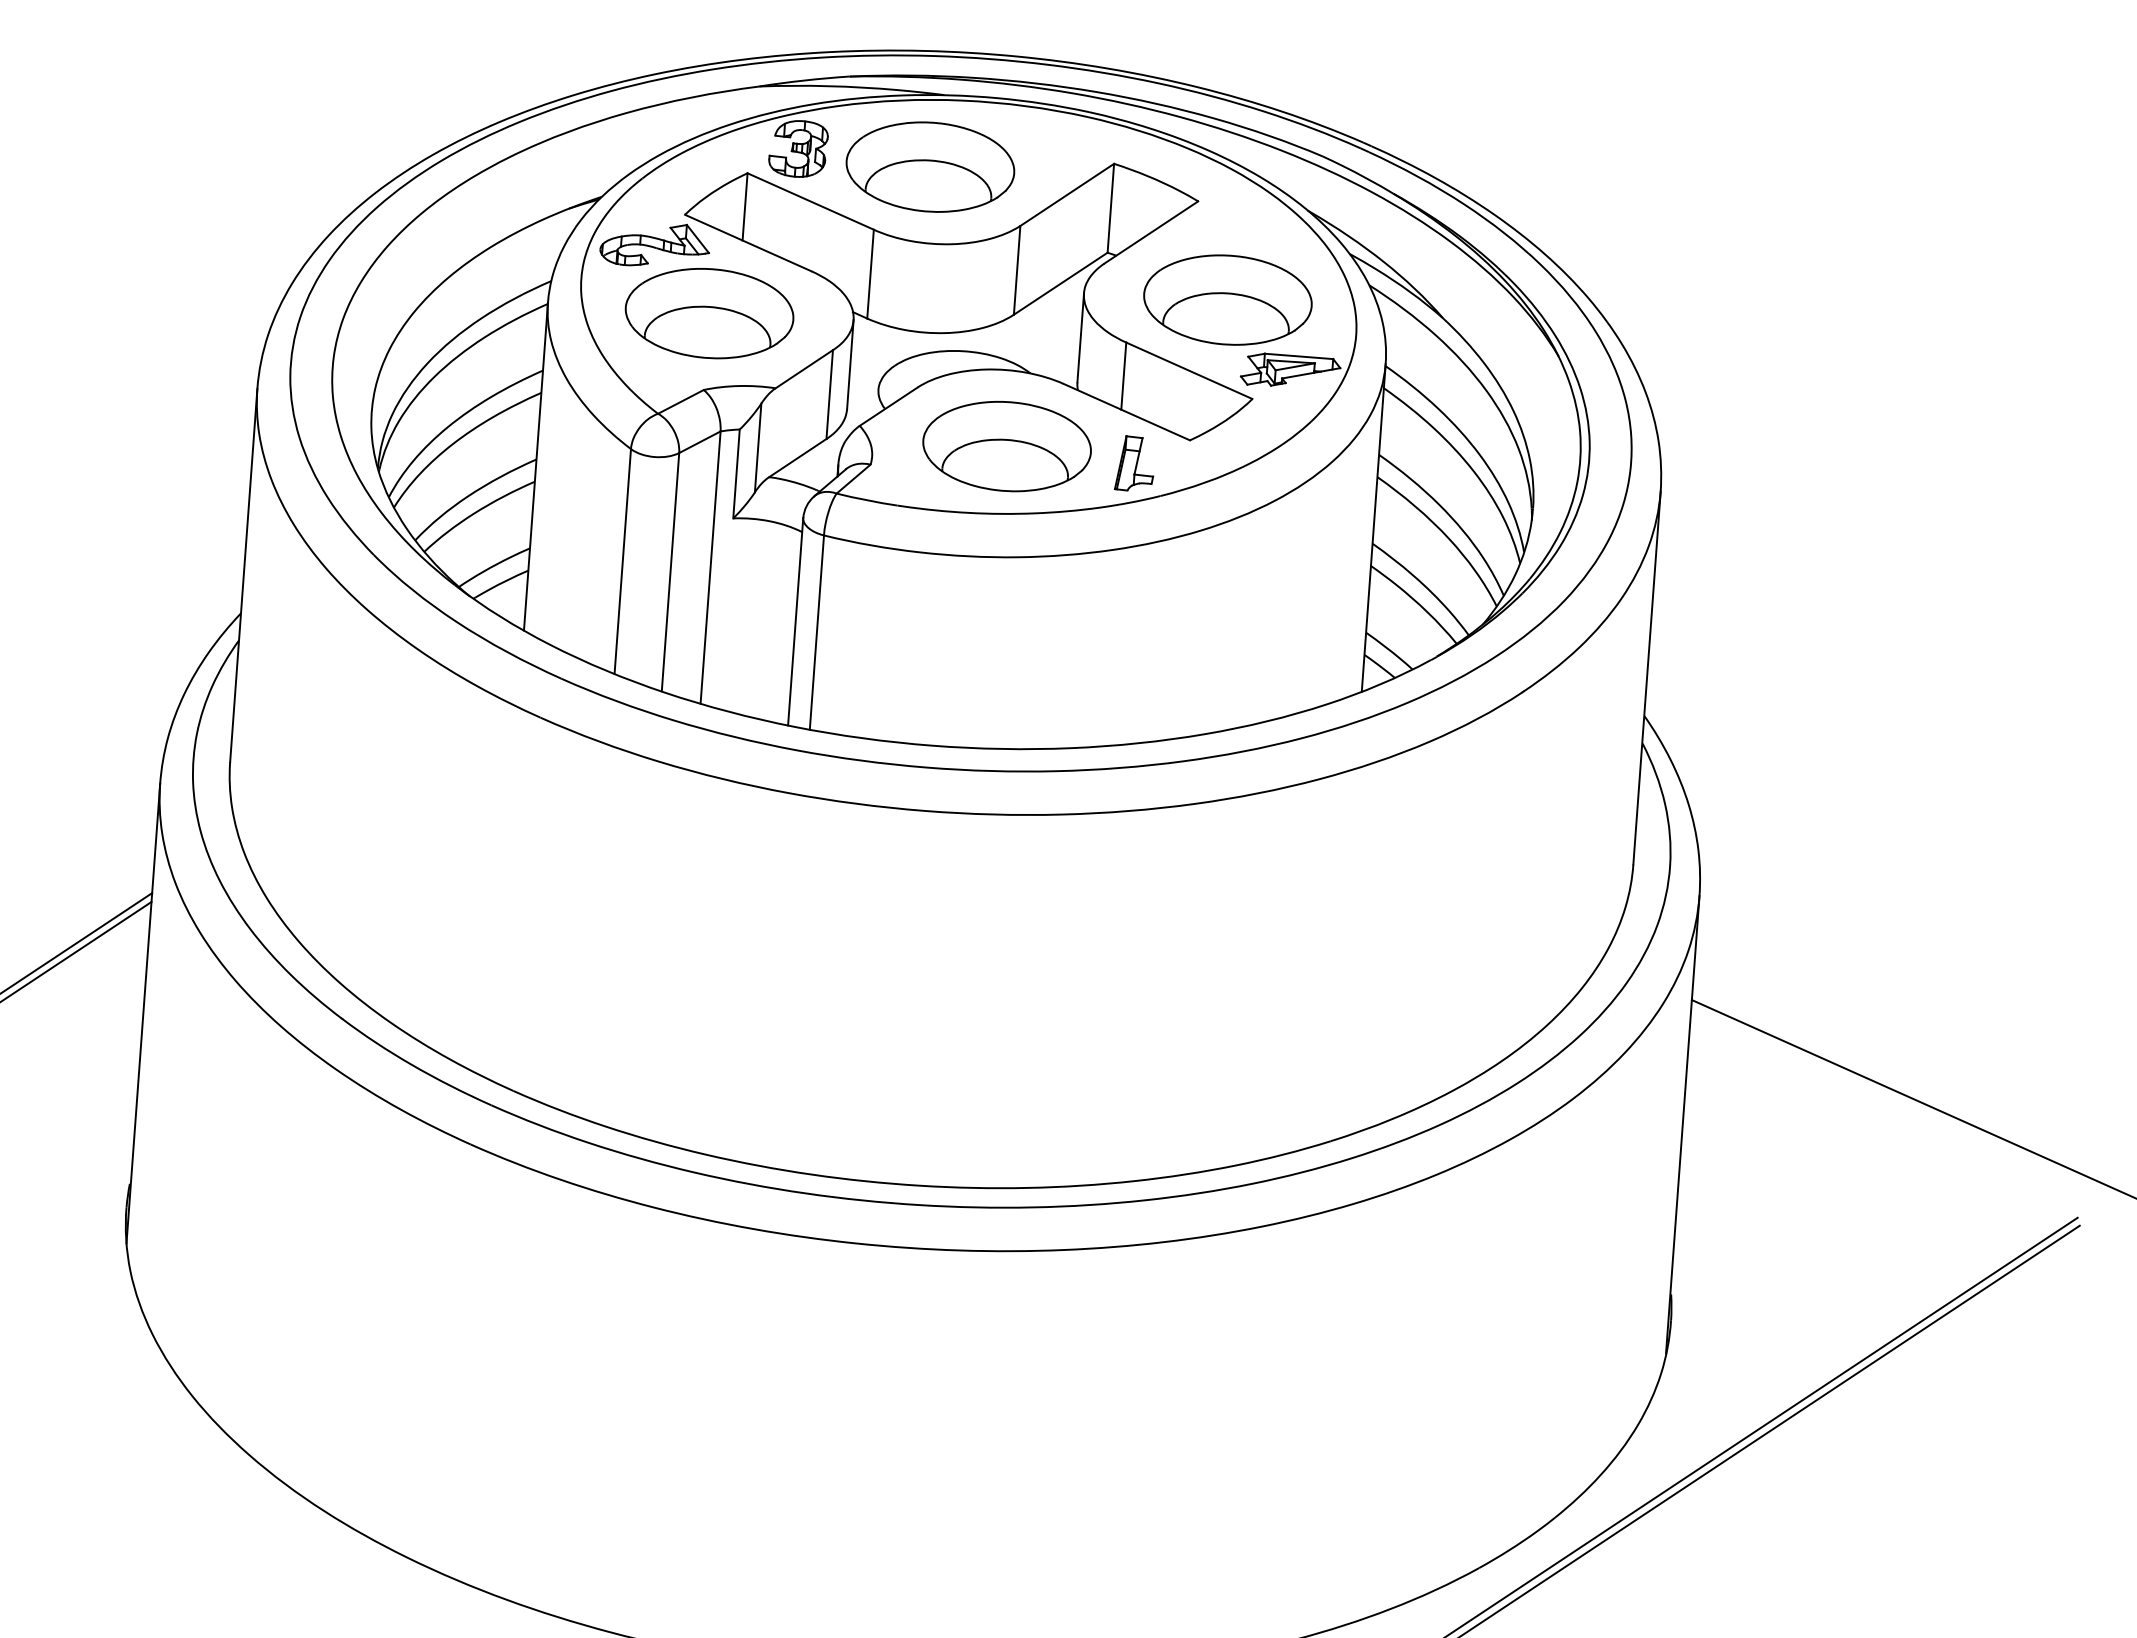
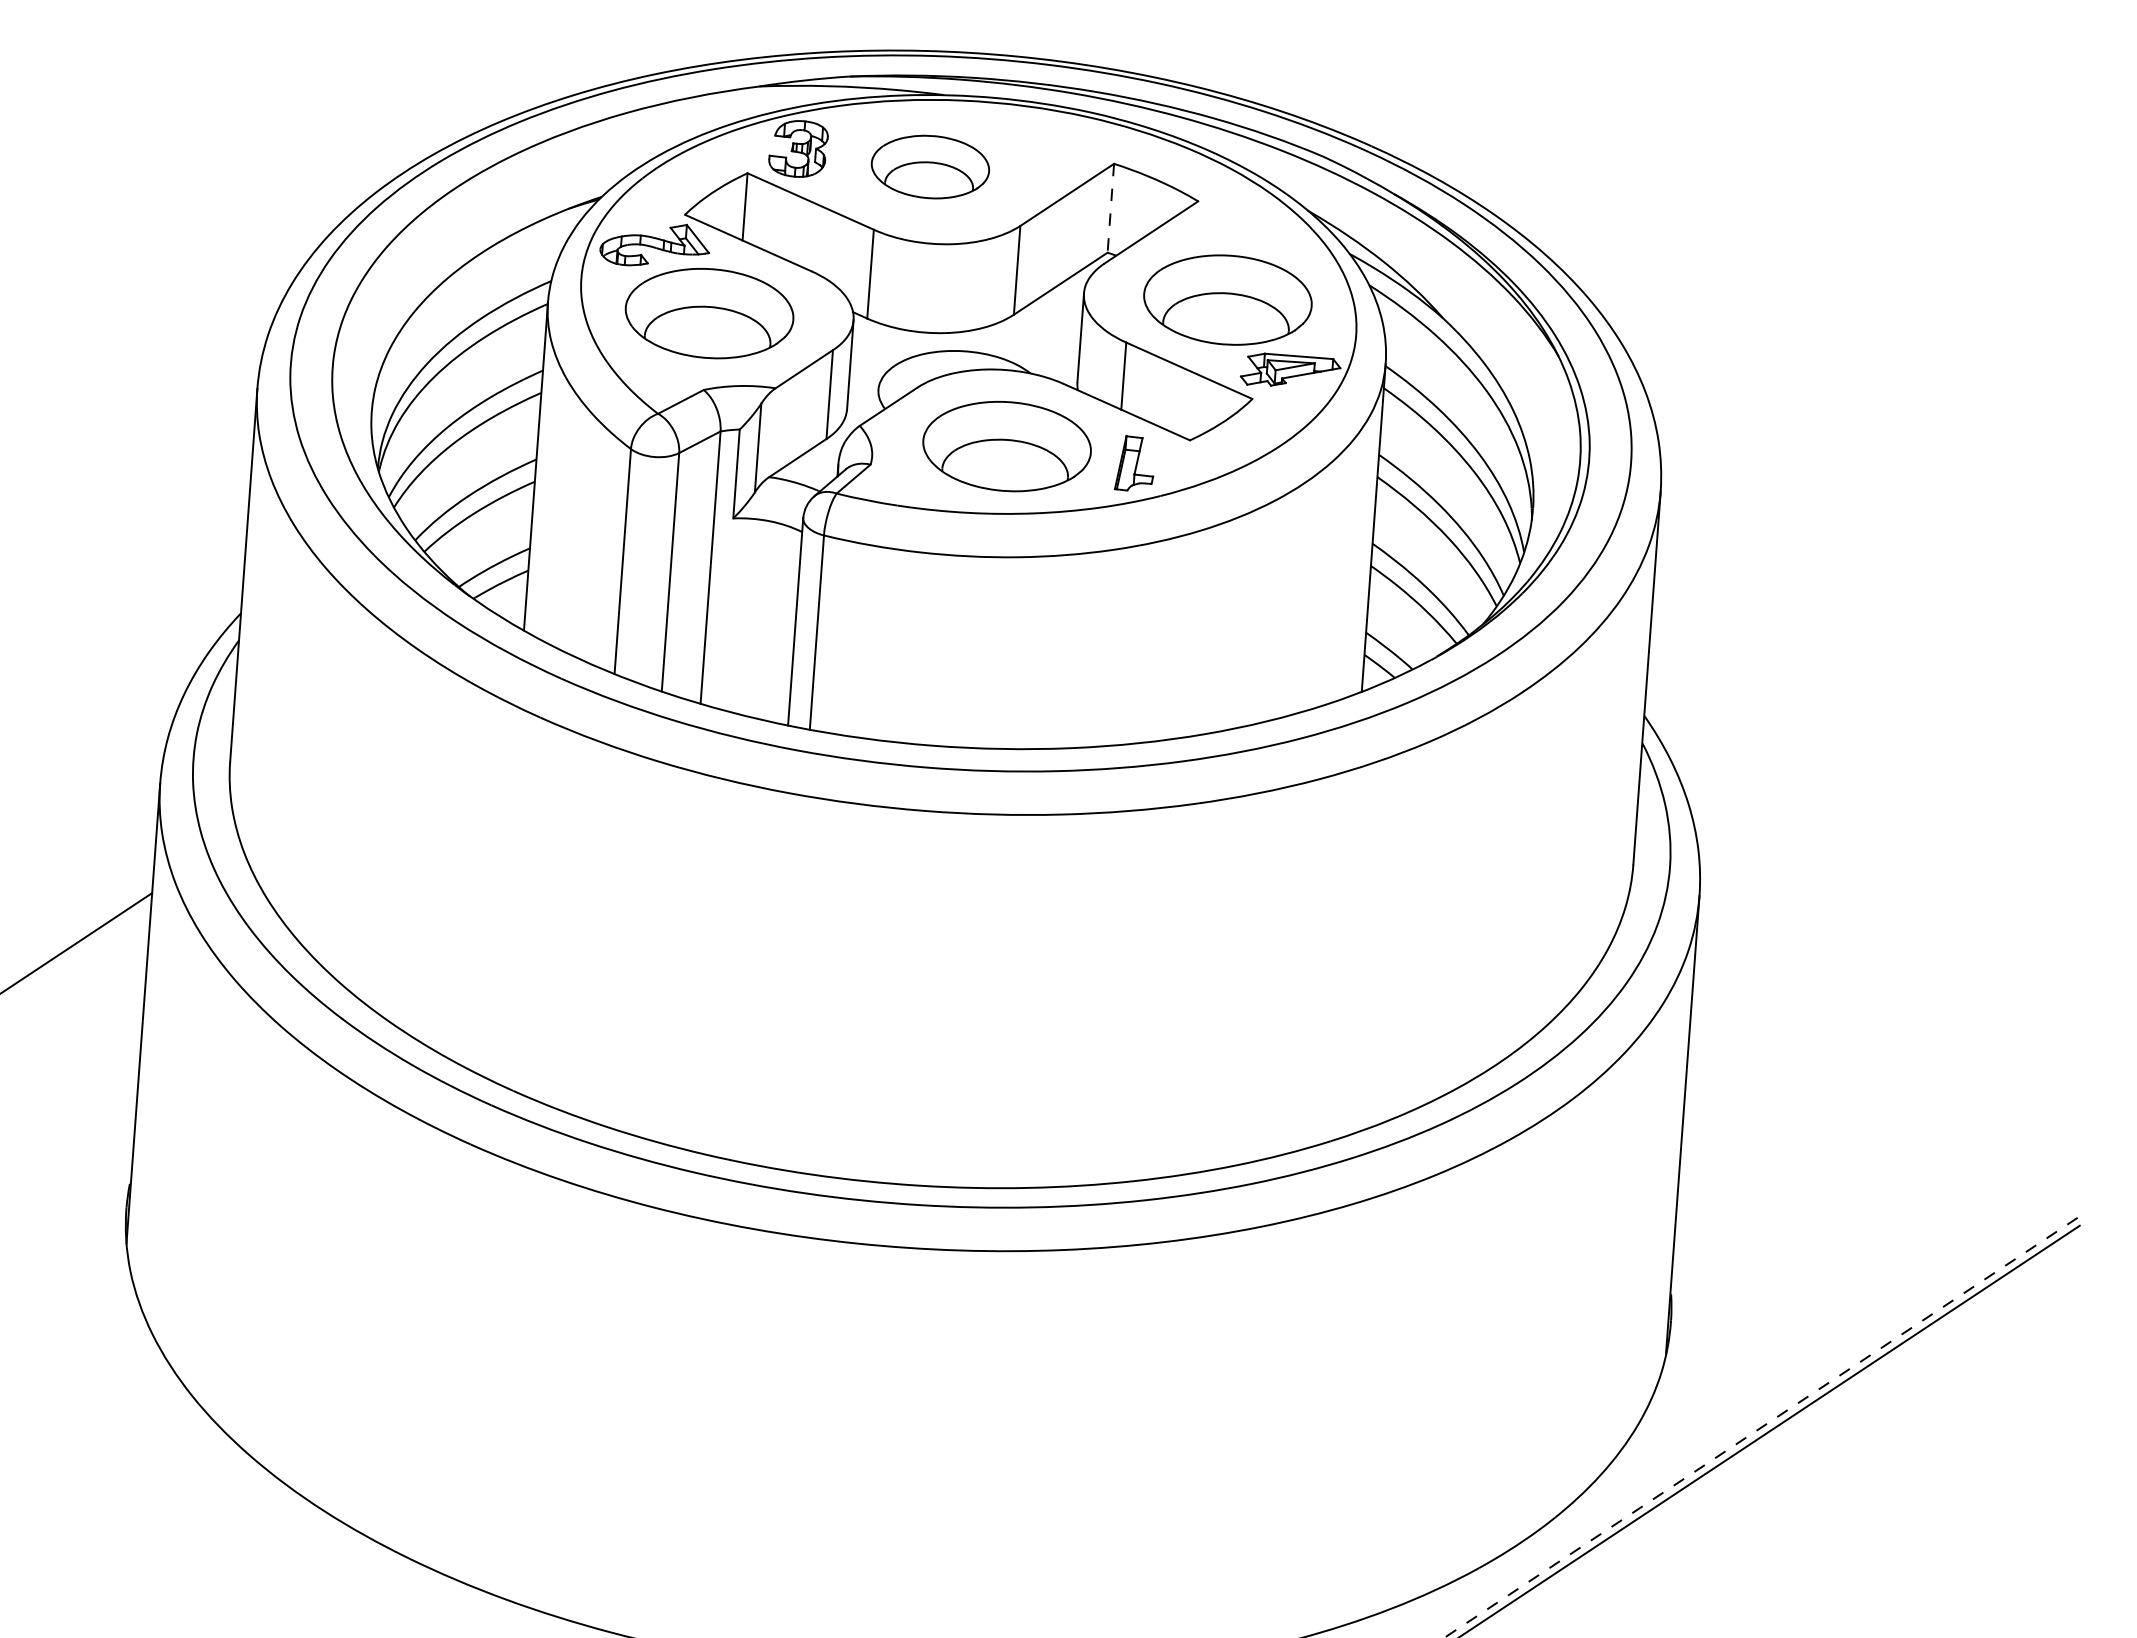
part at (930, 166) size: 171x92 px -> 120x66 px
line at (1110, 208): solid -> dashed
line at (76, 950): present -> none
line at (1912, 1098): present -> none
line at (1761, 1427): solid -> dashed
